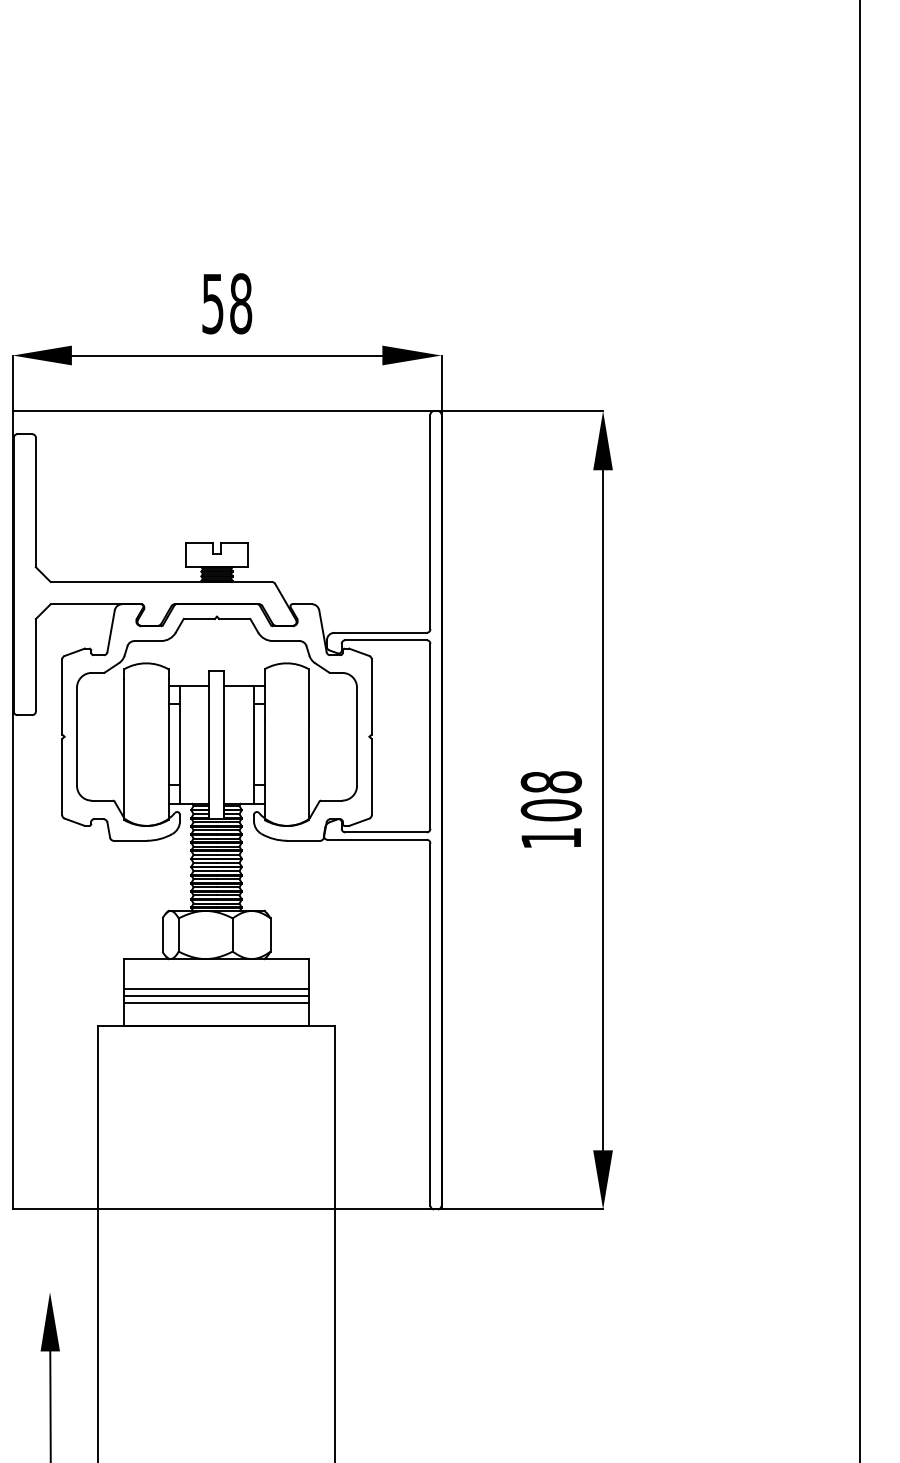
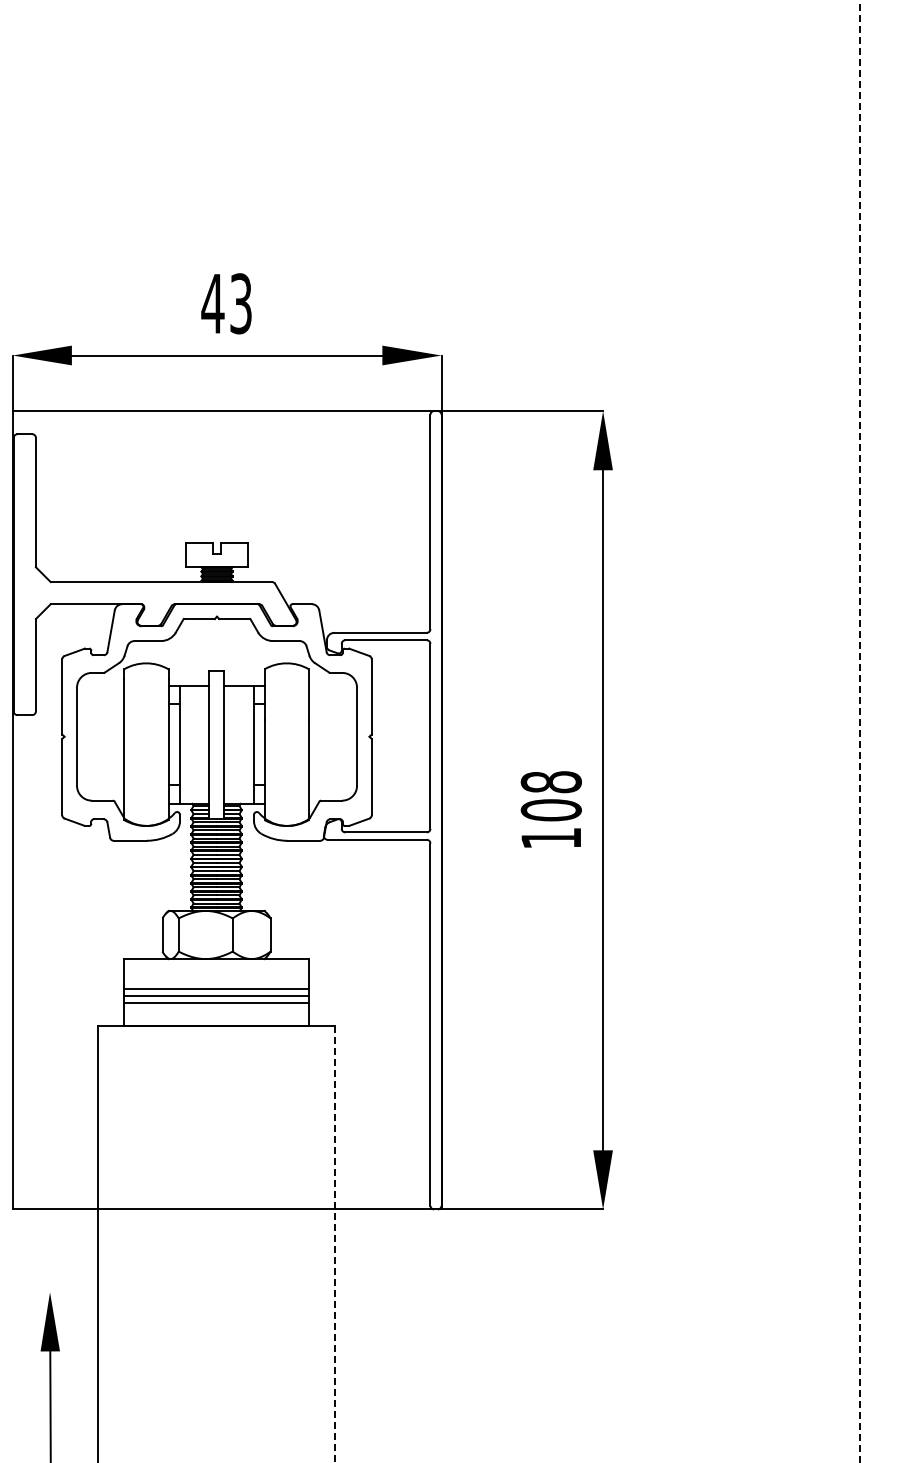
text at (226, 303): 58 -> 43
line at (859, 732): solid -> dashed
line at (334, 1244): solid -> dashed
